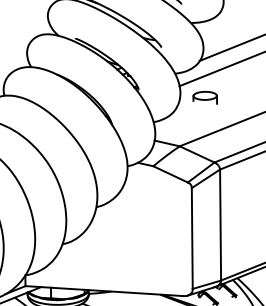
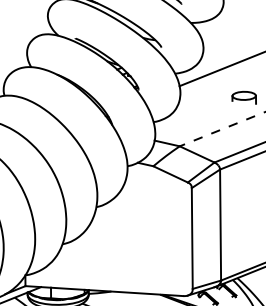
line at (230, 47): present -> none
part at (204, 97) position: (204, 97) -> (243, 97)
line at (222, 129): solid -> dashed
